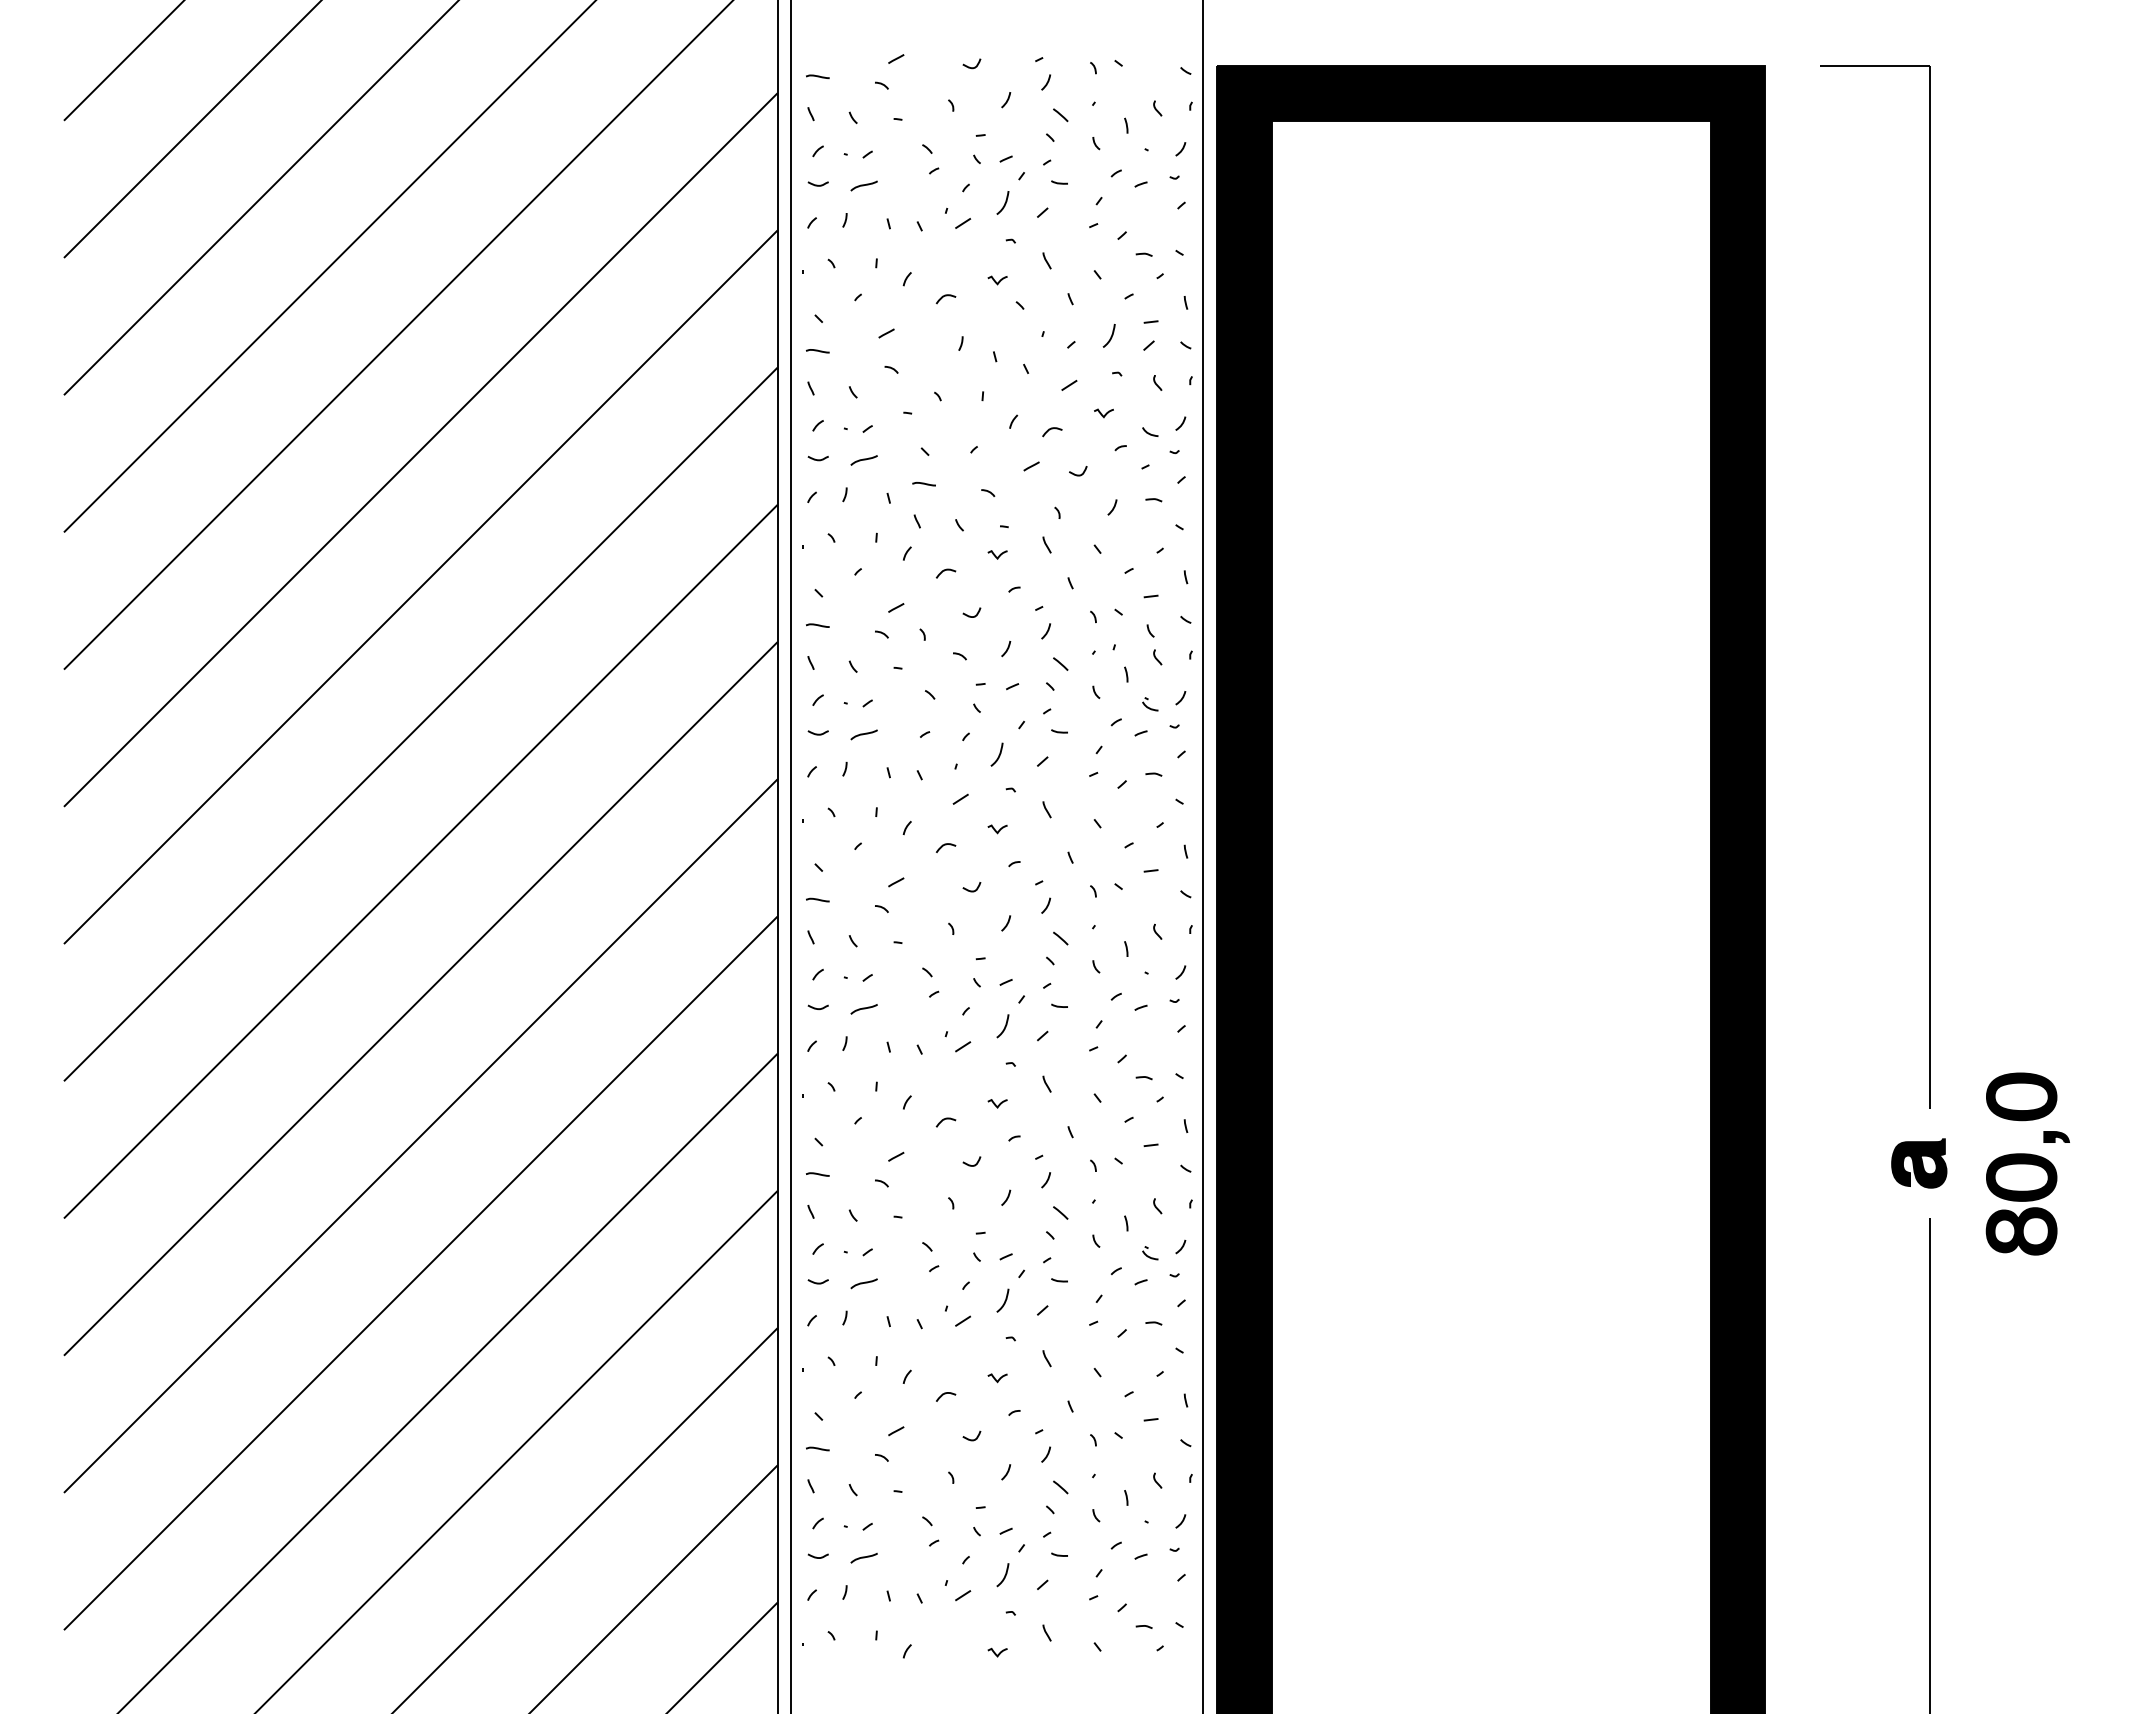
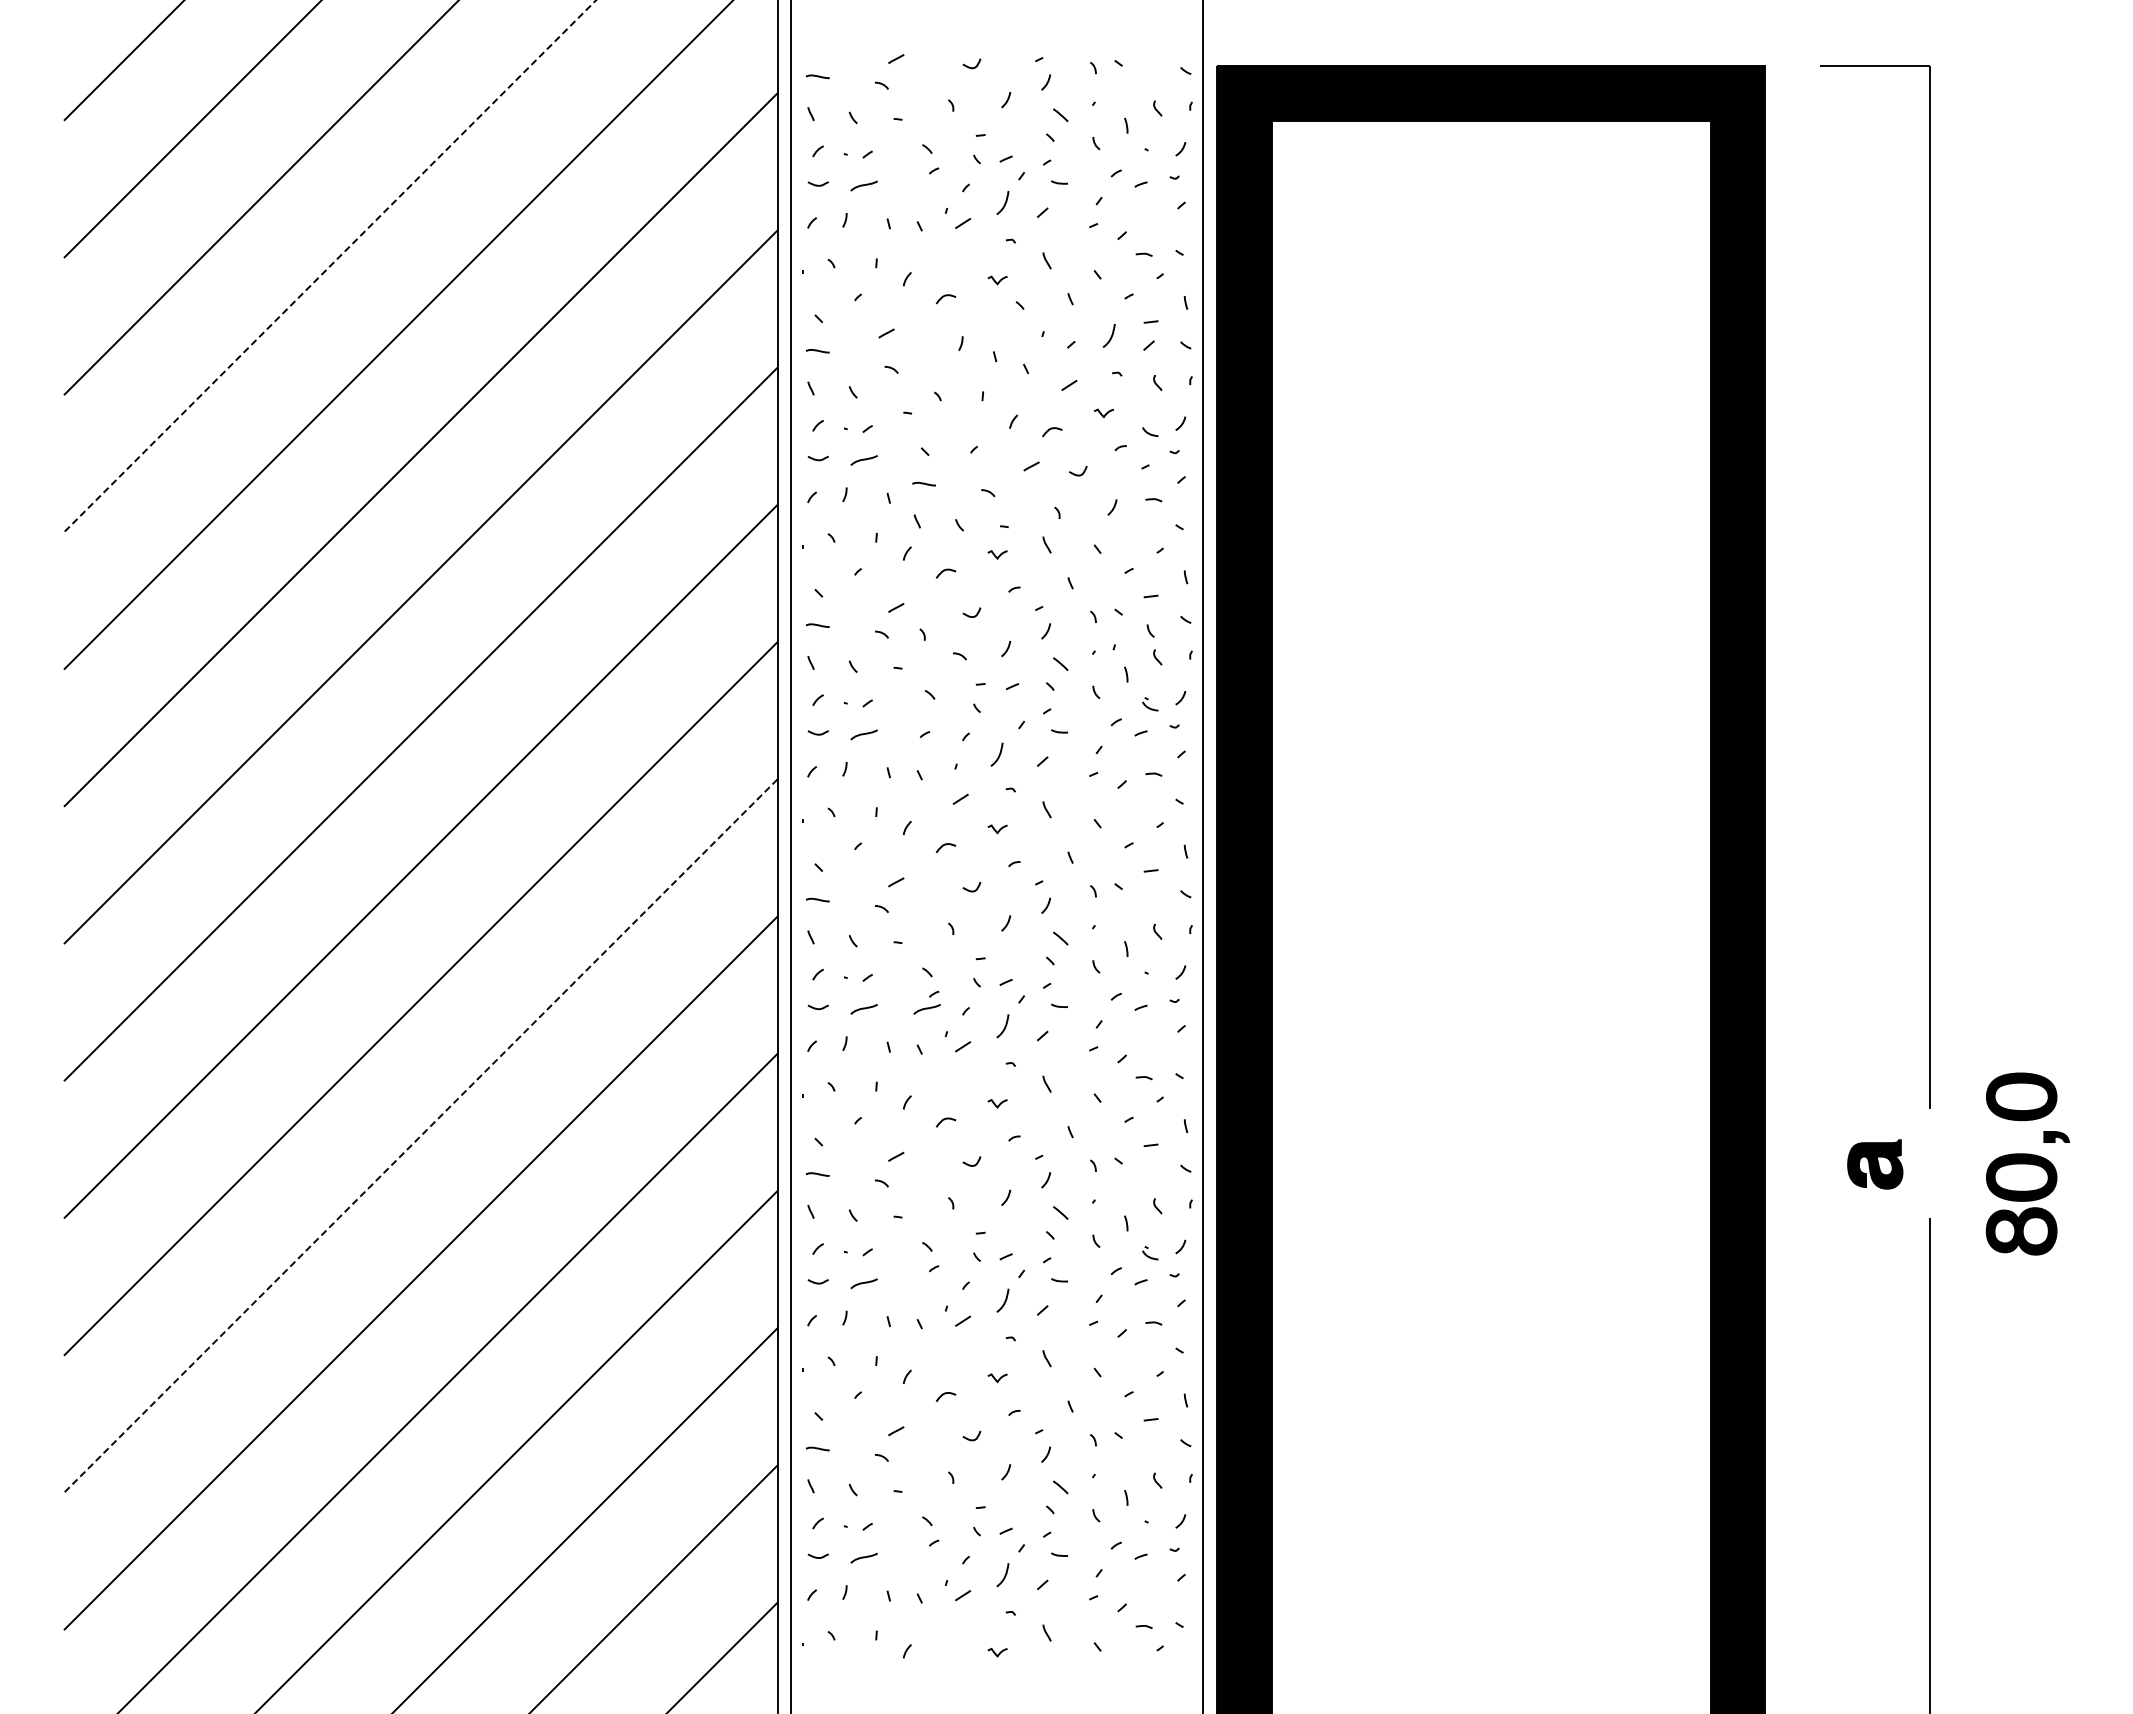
line at (329, 266): solid -> dashed
curve at (926, 1009): none -> present
line at (420, 1136): solid -> dashed
part at (1919, 1163) position: (1919, 1163) -> (1875, 1164)
